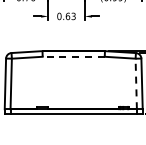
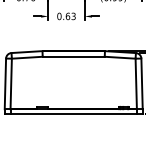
line at (73, 56): dashed -> solid
line at (136, 83): dashed -> solid
